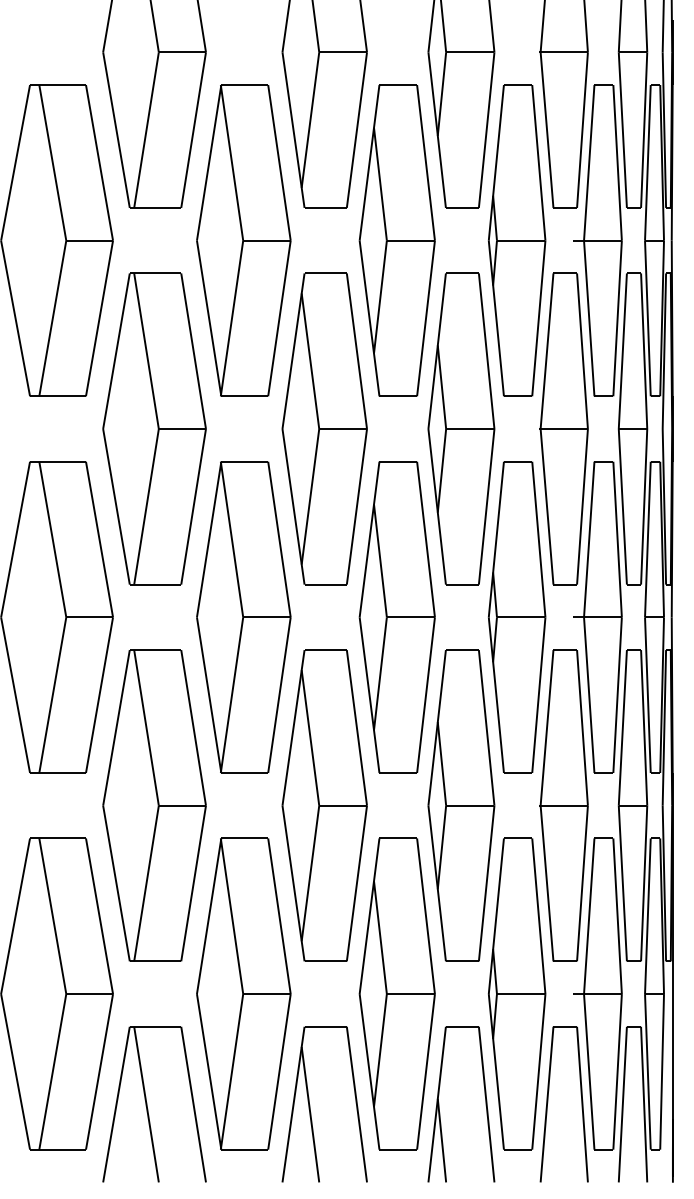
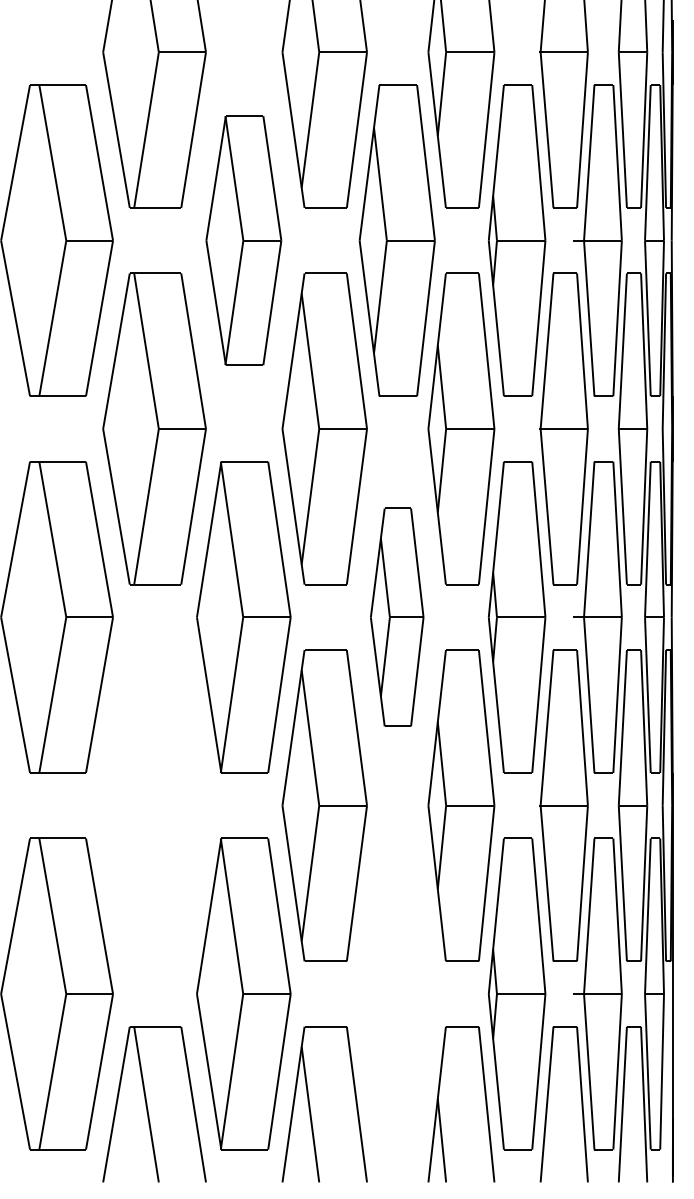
part at (243, 240) size: 96x313 px -> 78x251 px
part at (396, 617) size: 78x313 px -> 55x220 px
part at (154, 805): present -> none
part at (396, 993): present -> none
